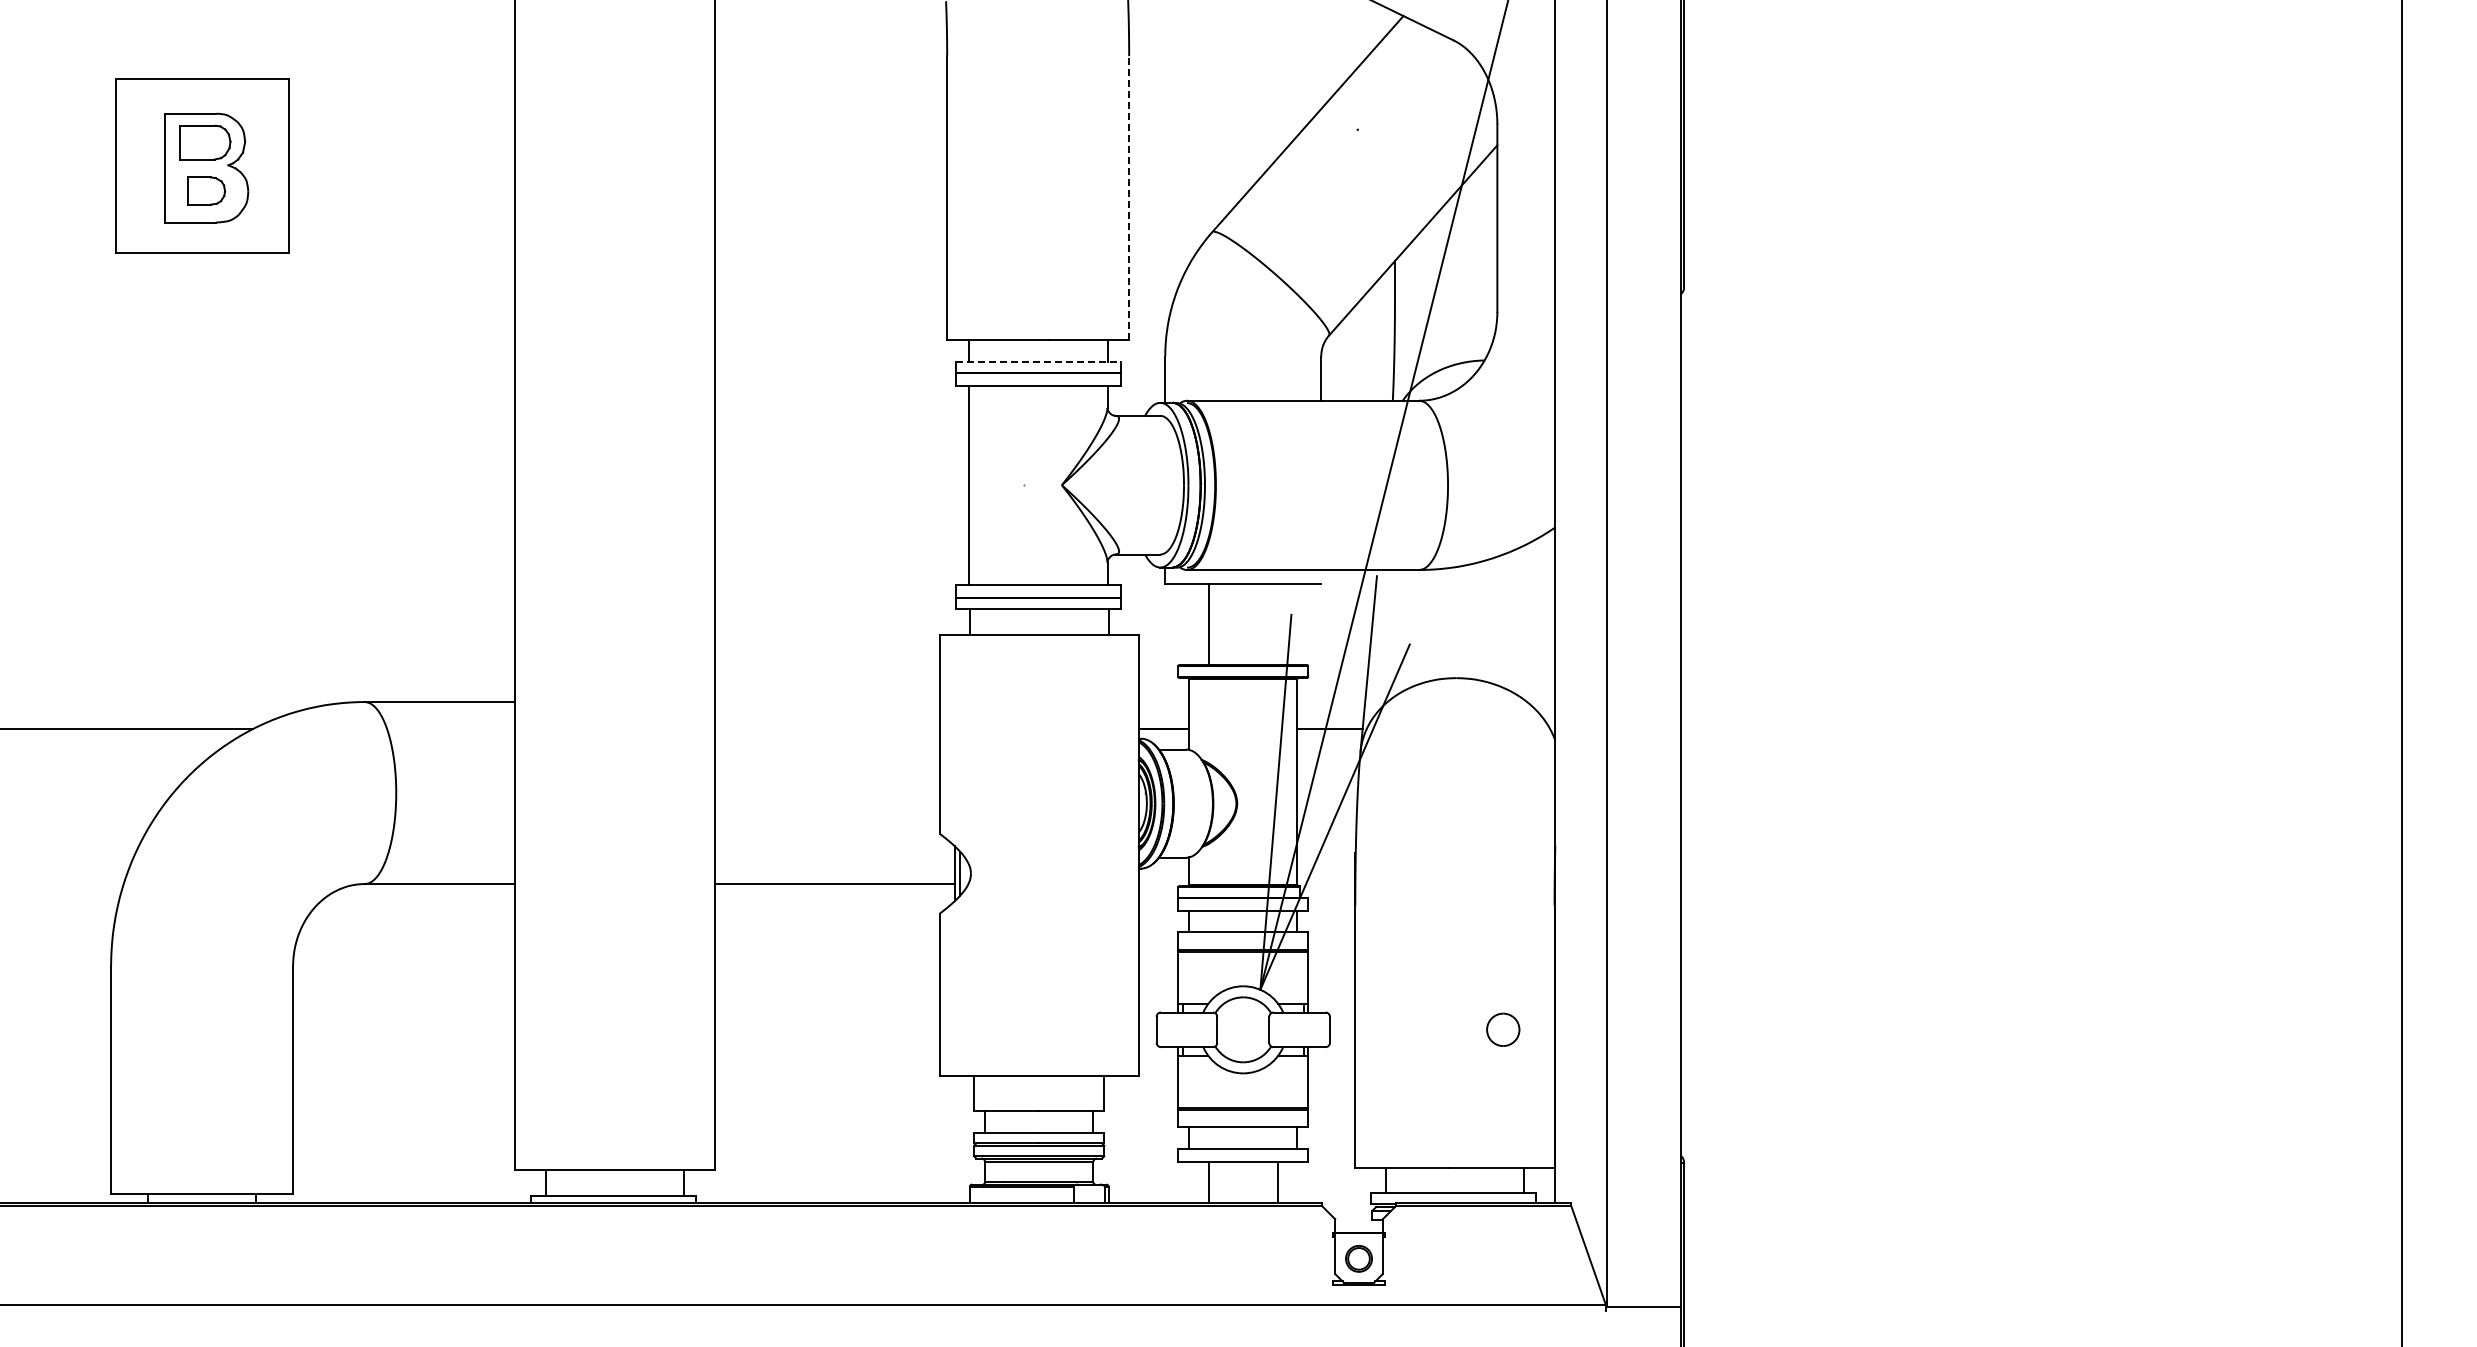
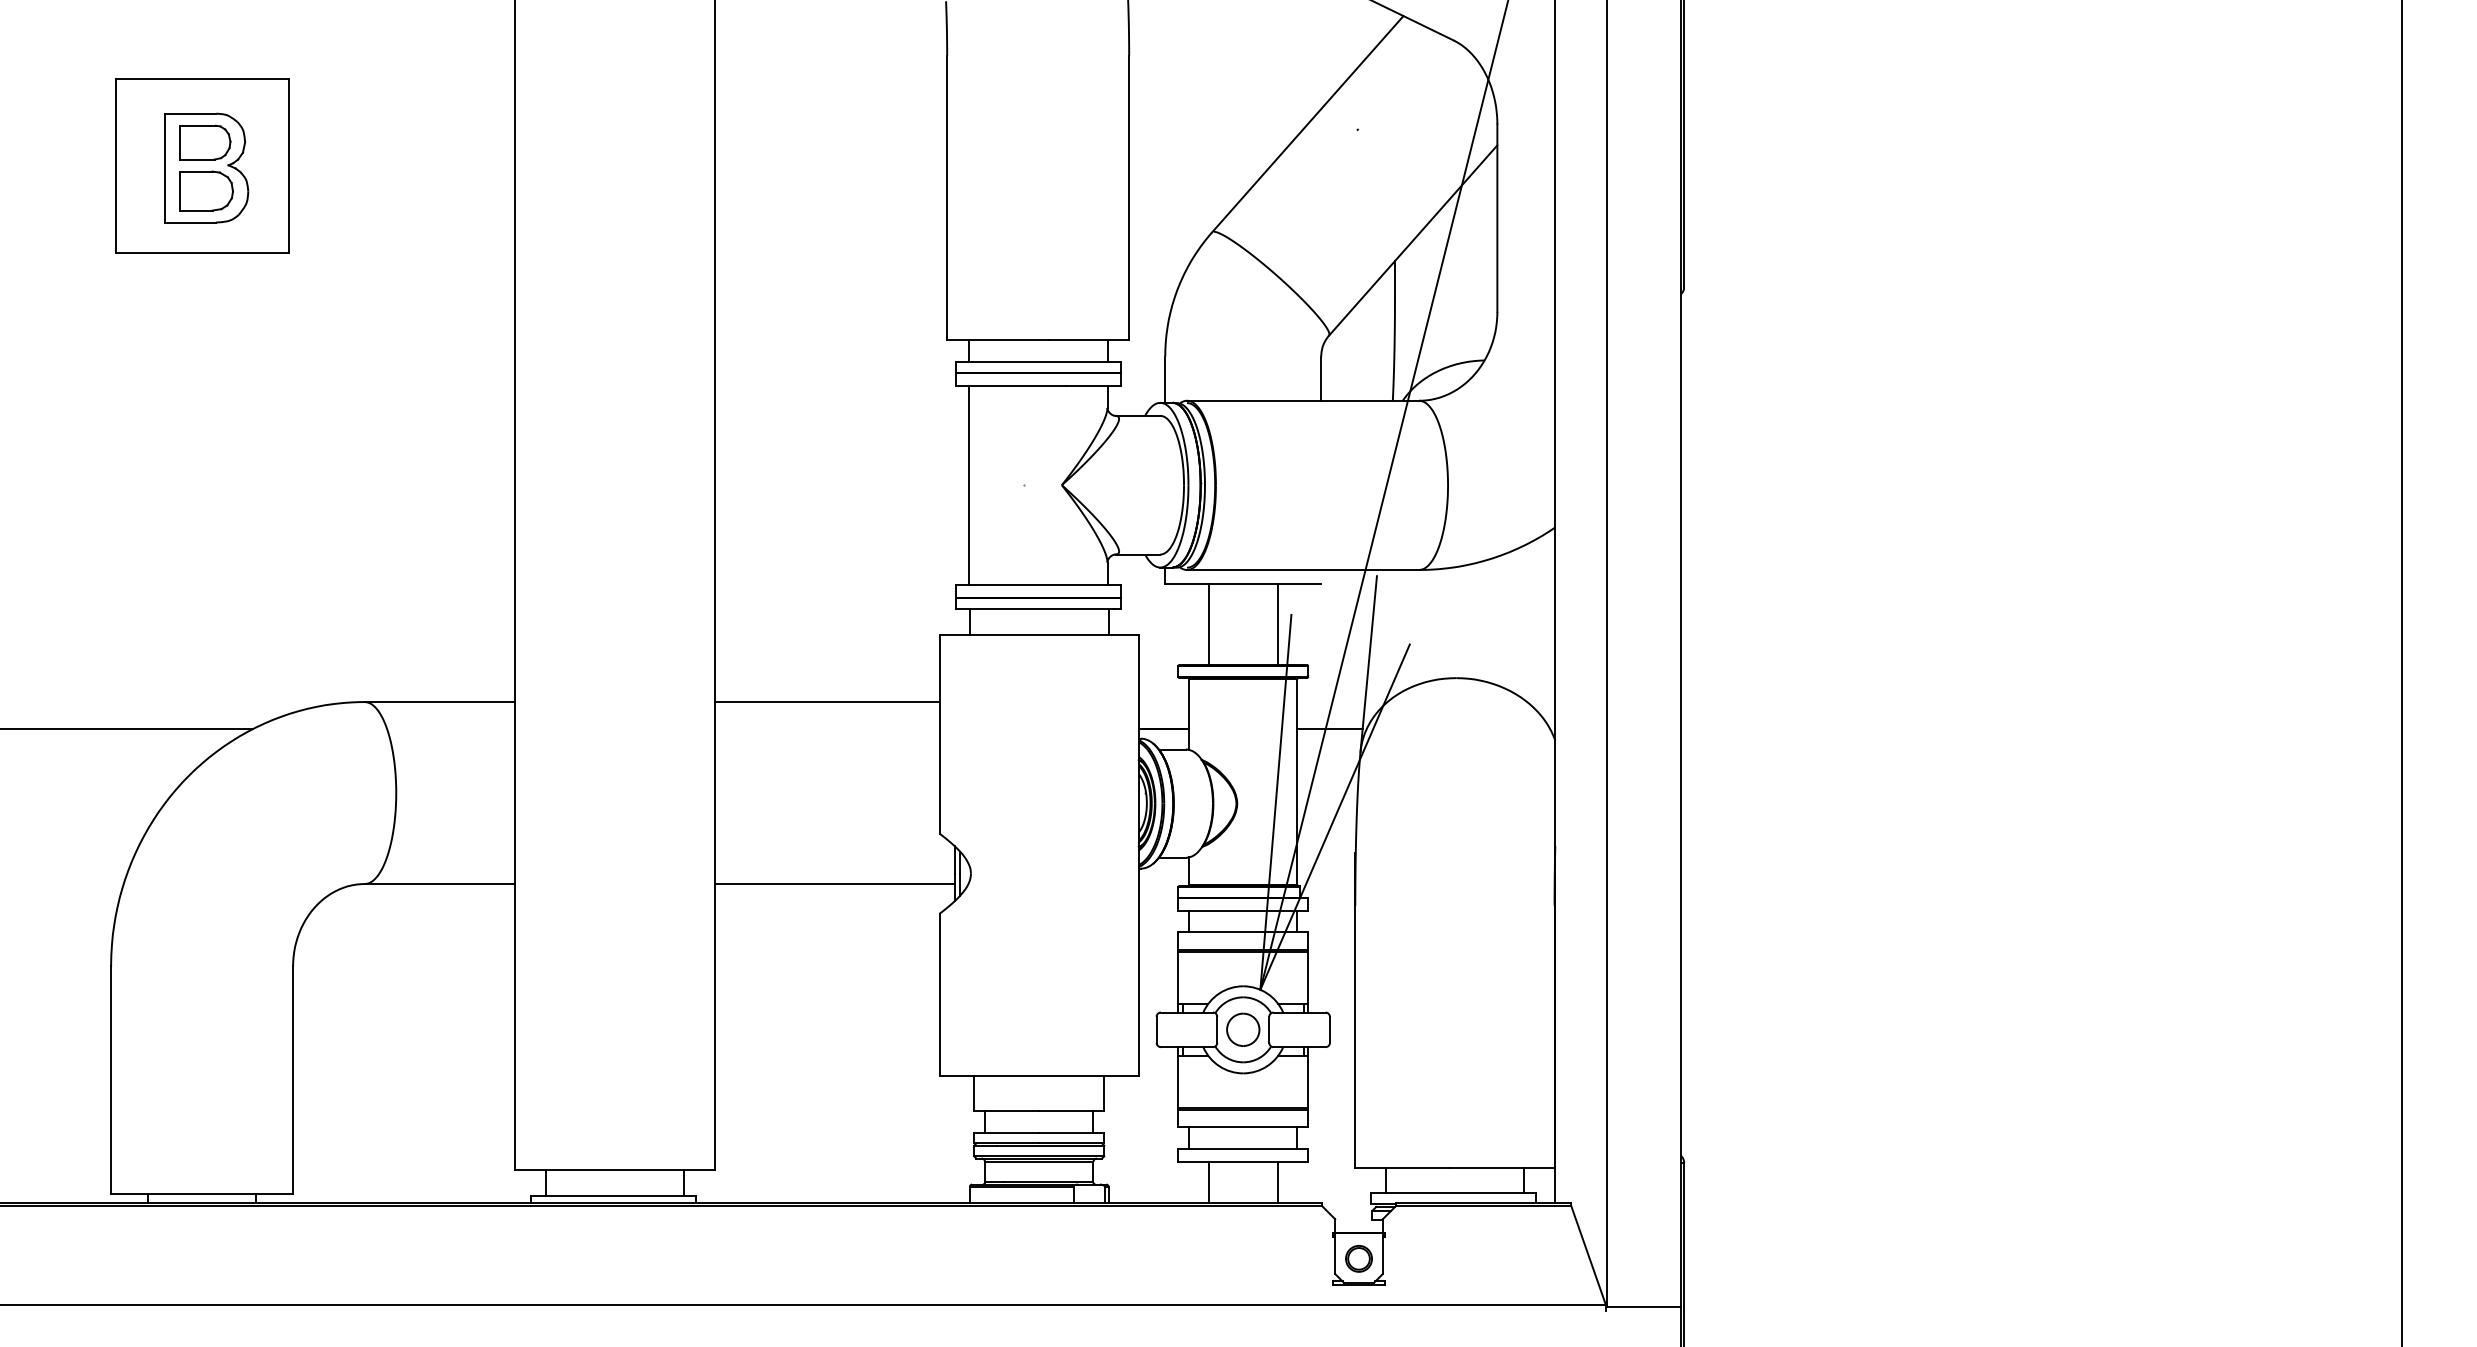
part at (206, 190) size: 39x30 px -> 55x42 px
line at (1129, 198): dashed -> solid
line at (1038, 361): dashed -> solid
line at (1277, 624): none -> present
line at (826, 702): none -> present
part at (1503, 1029) position: (1503, 1029) -> (1243, 1029)
